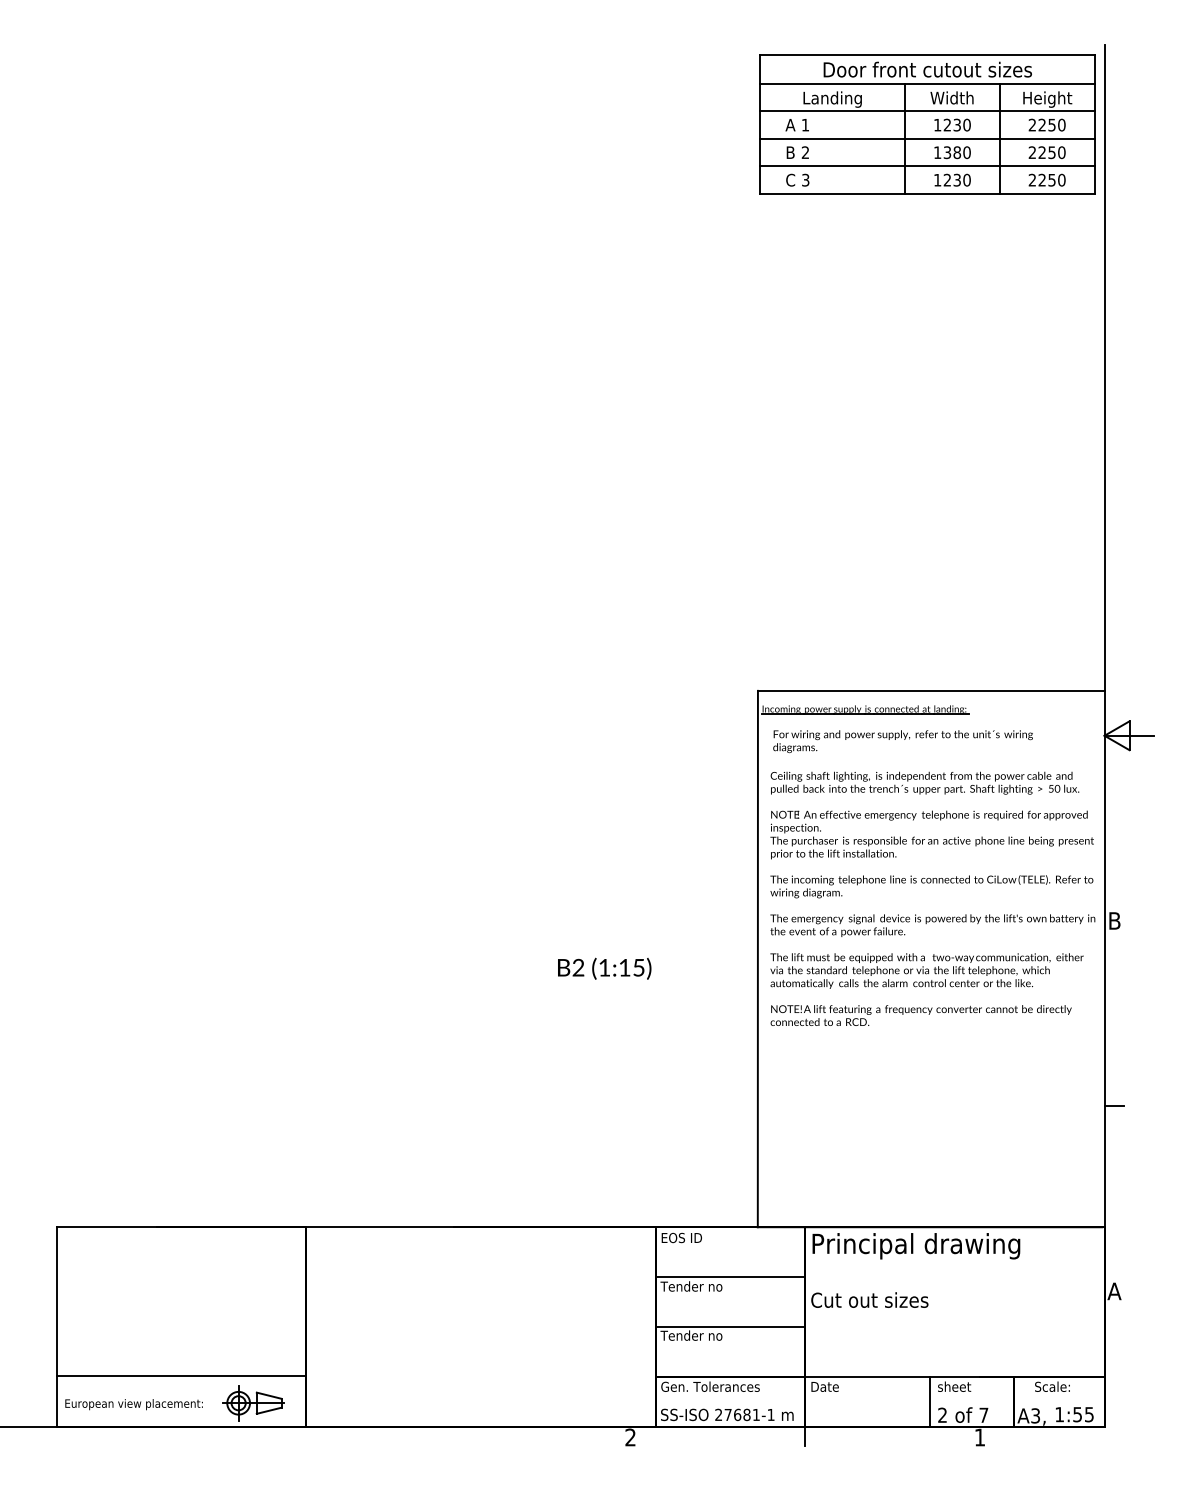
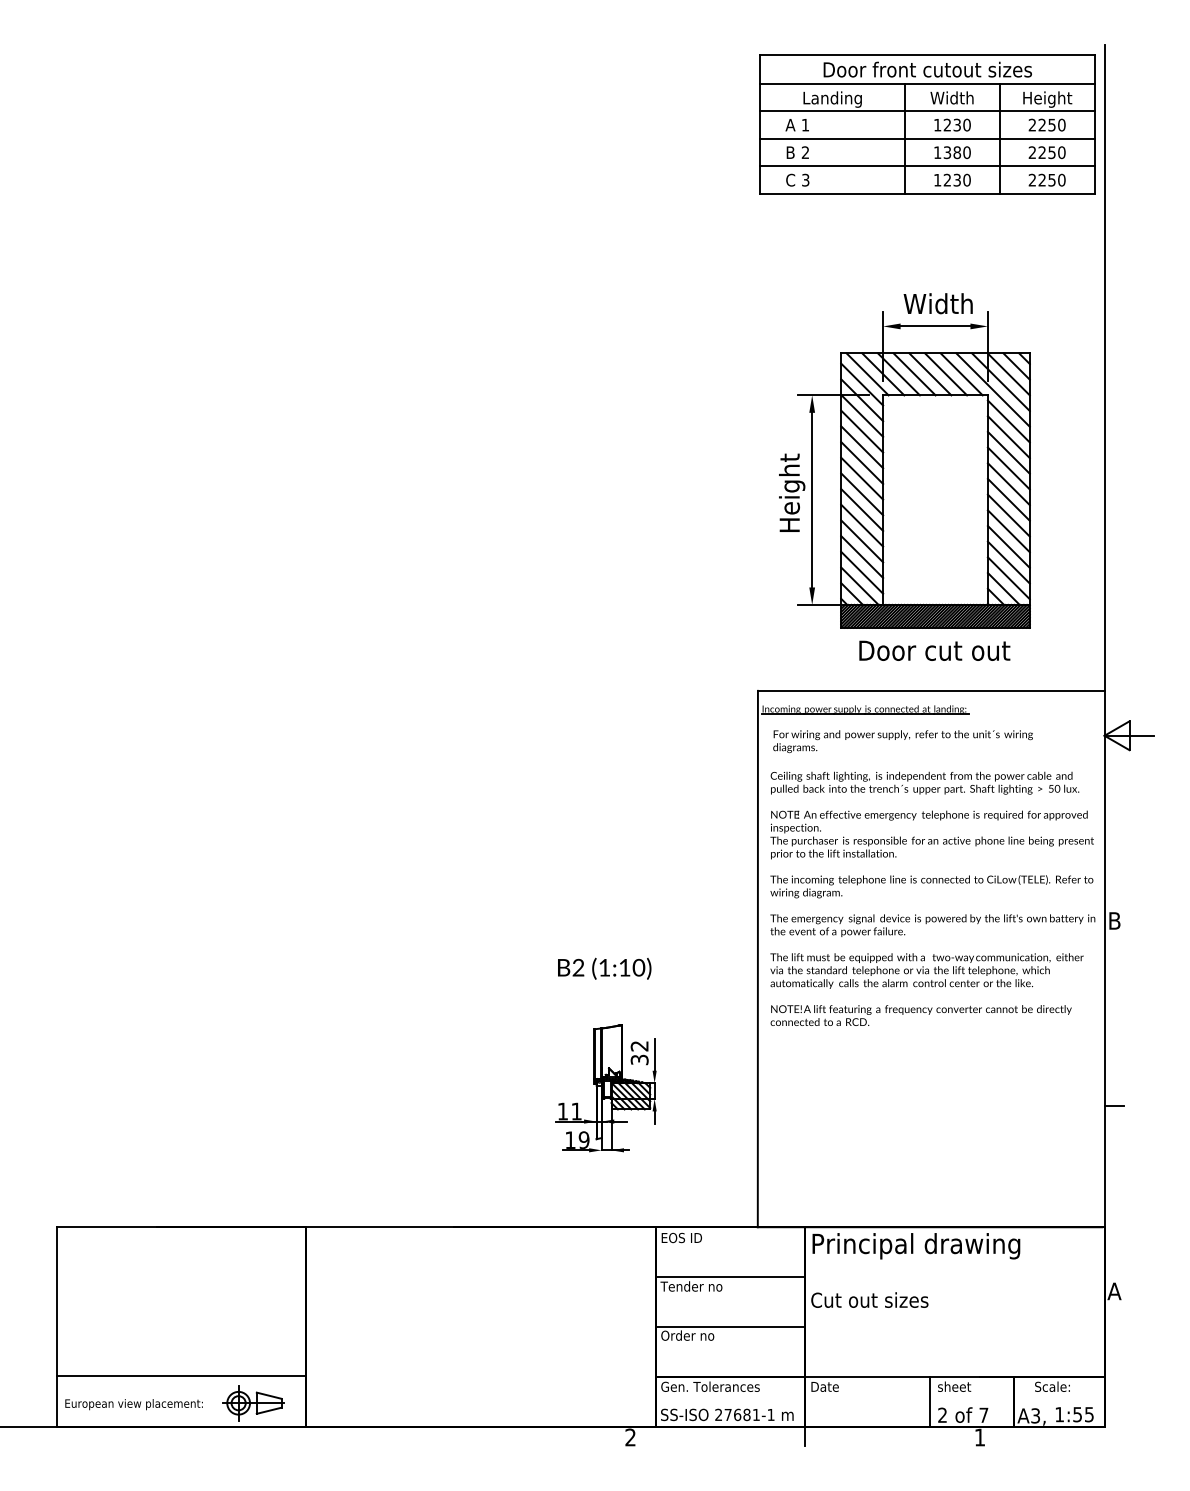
part at (904, 476): none -> present
text at (638, 967): (1:15) -> (1:10)
part at (605, 1088): none -> present
text at (691, 1335): Tender no -> Order no
